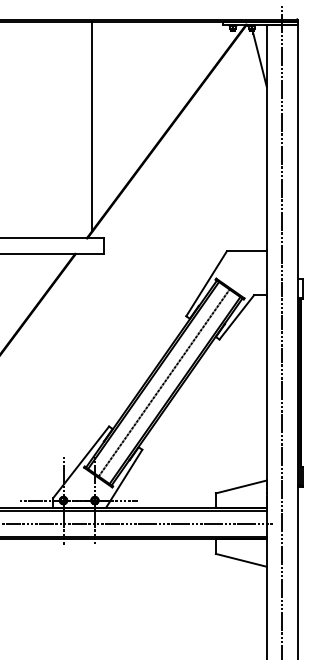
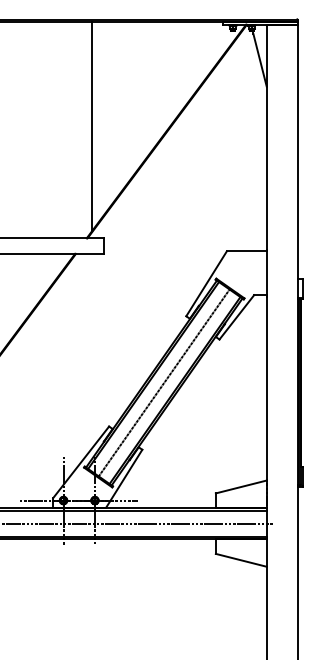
line at (282, 330): present -> none
